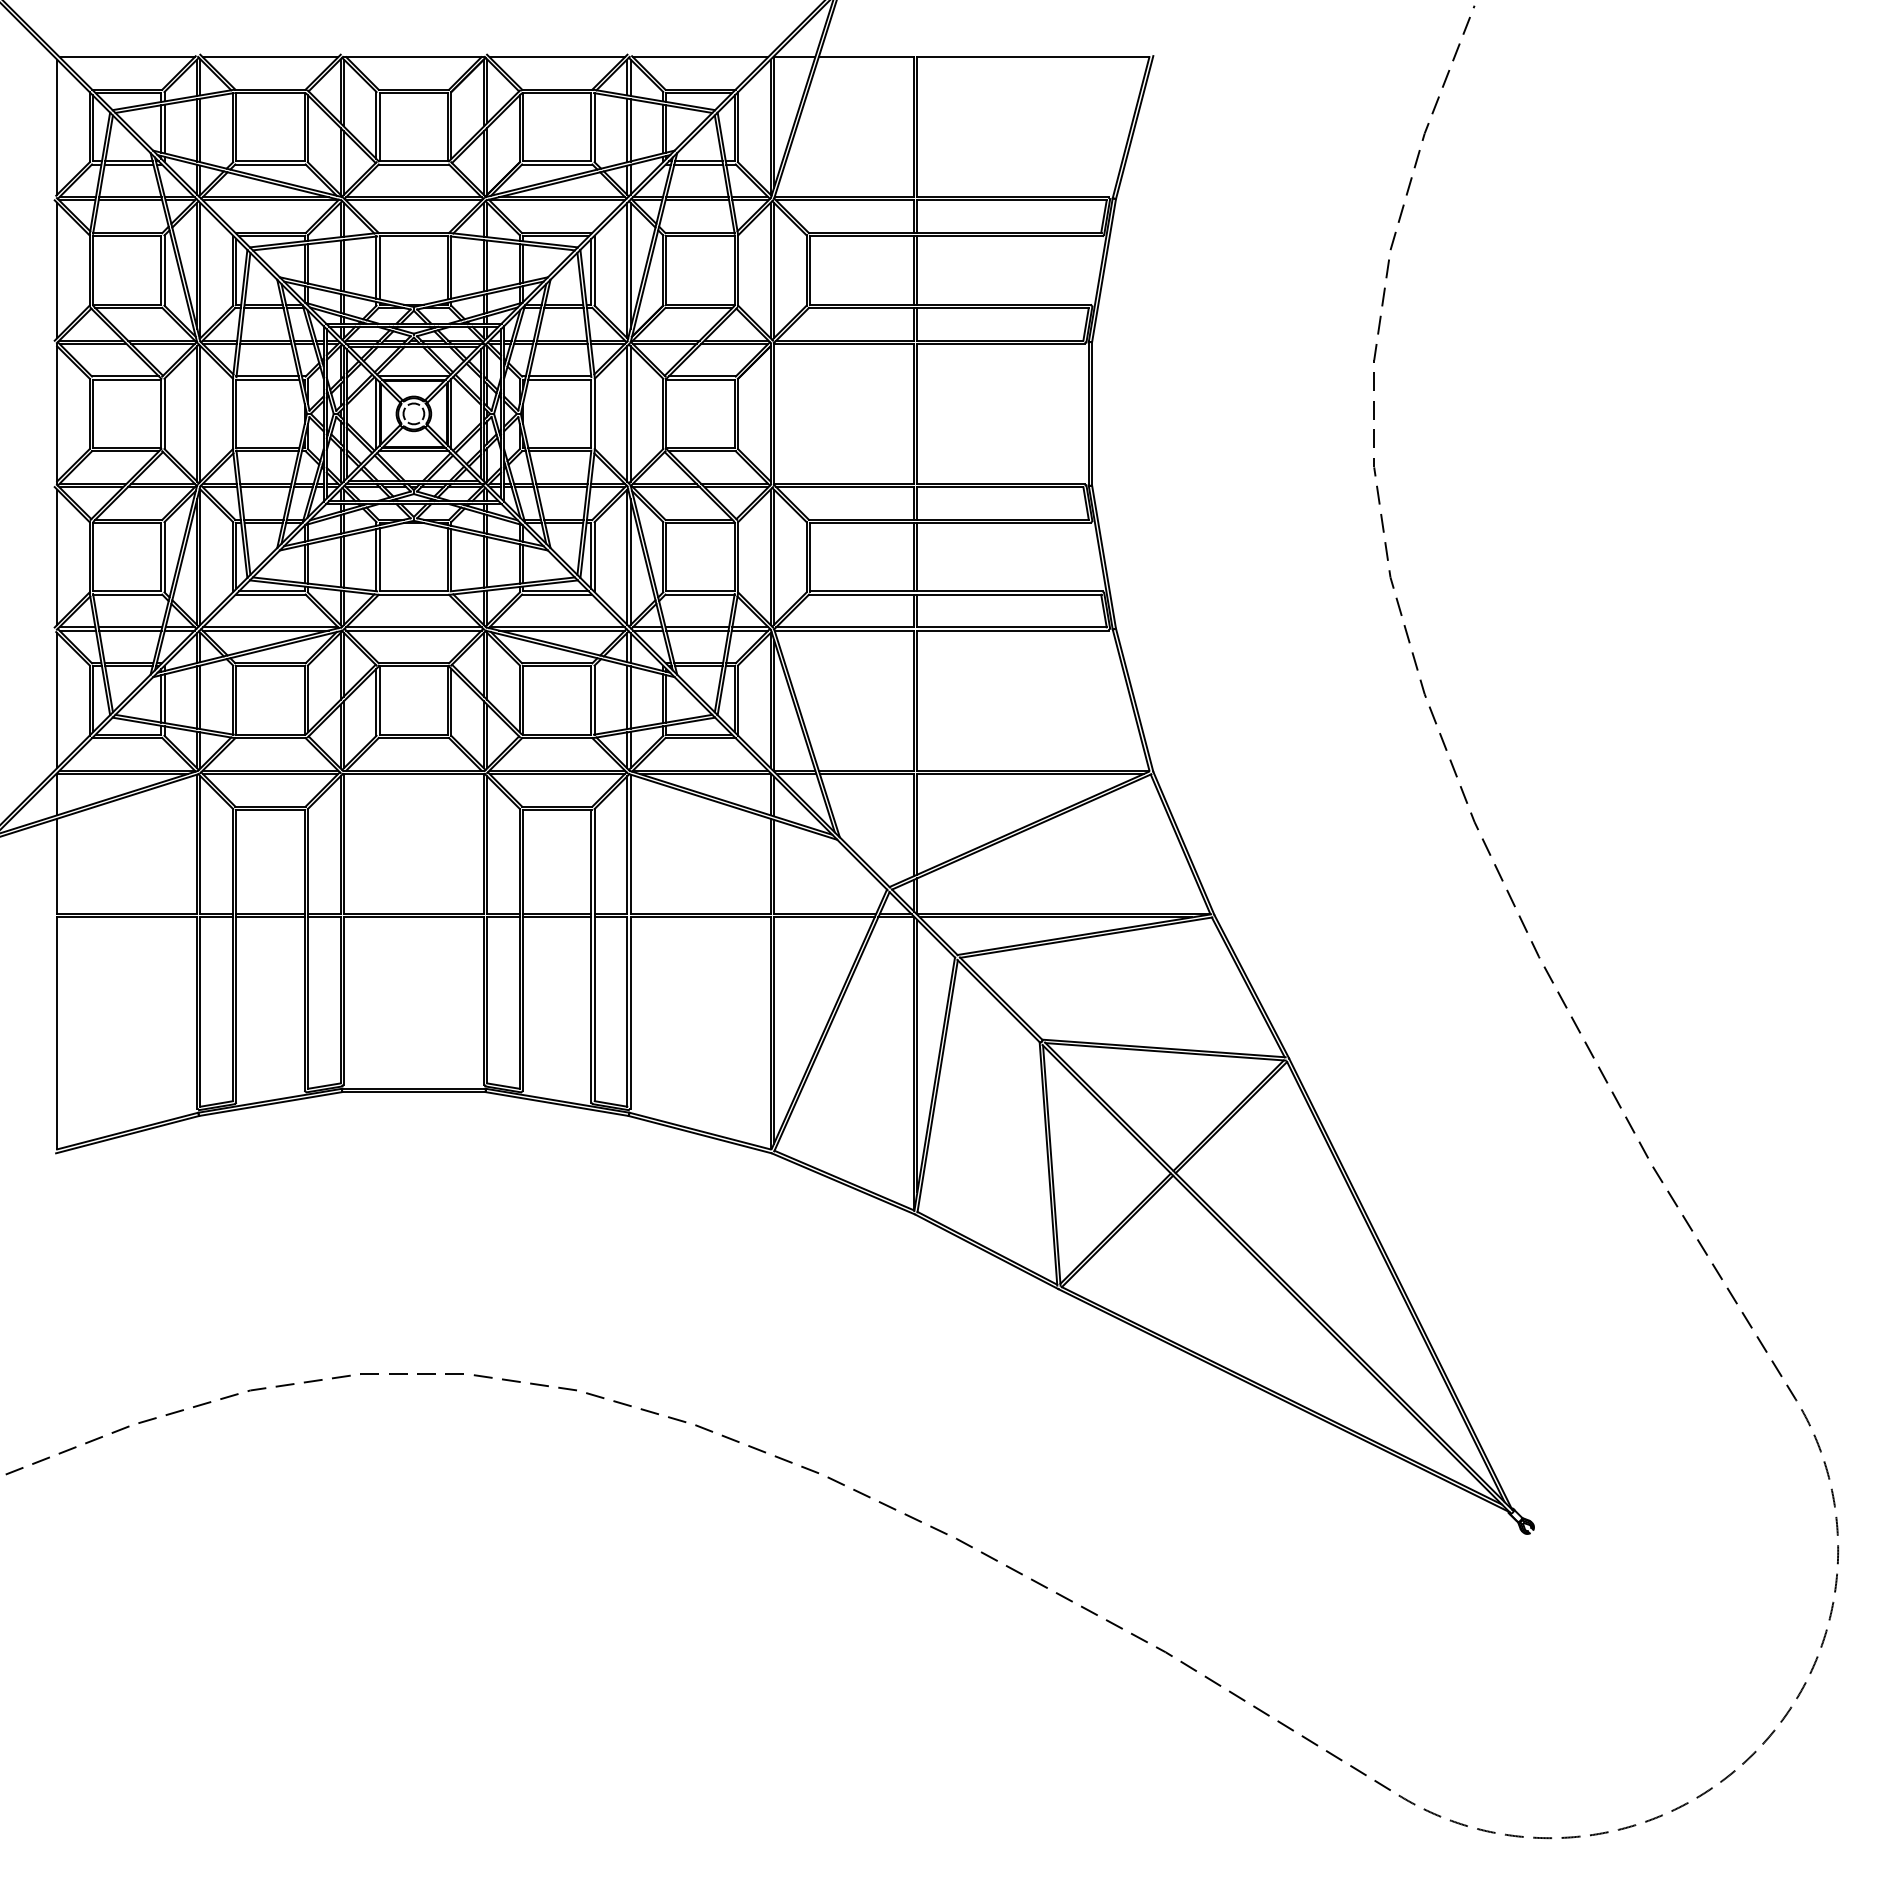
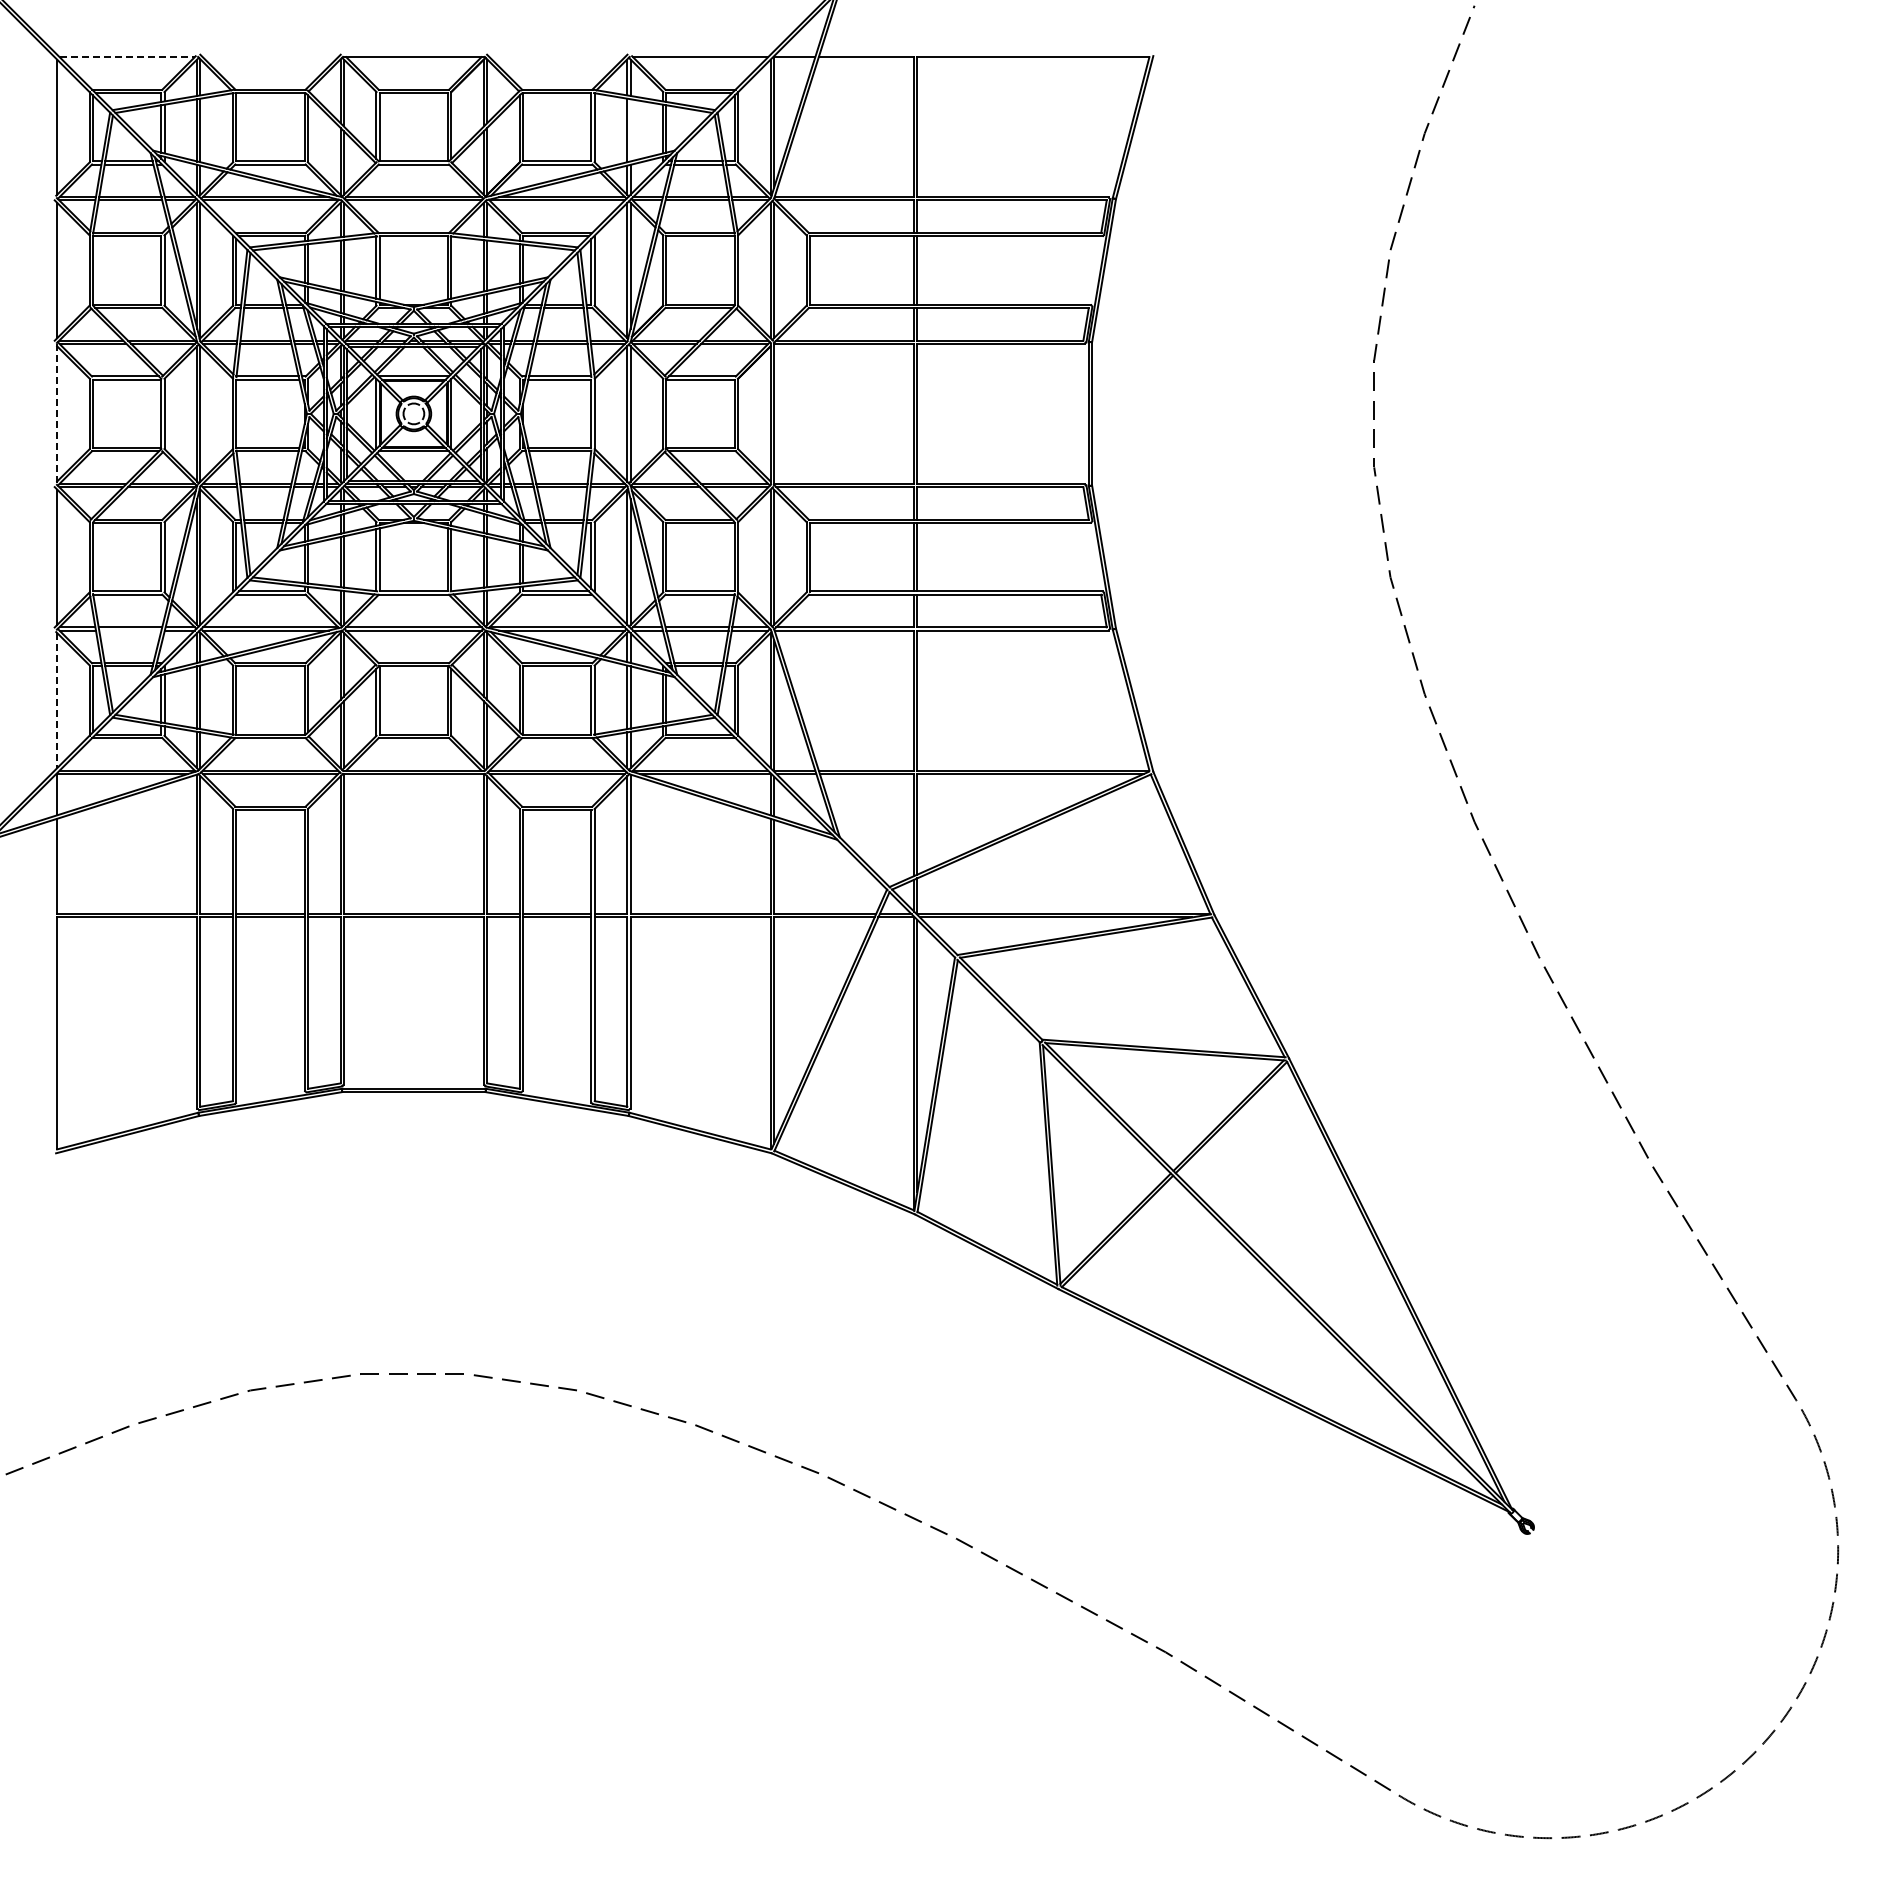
line at (127, 57): solid -> dashed
line at (270, 57): present -> none
line at (556, 57): present -> none
line at (630, 130): present -> none
line at (57, 414): solid -> dashed
line at (130, 630): present -> none
line at (57, 700): solid -> dashed
